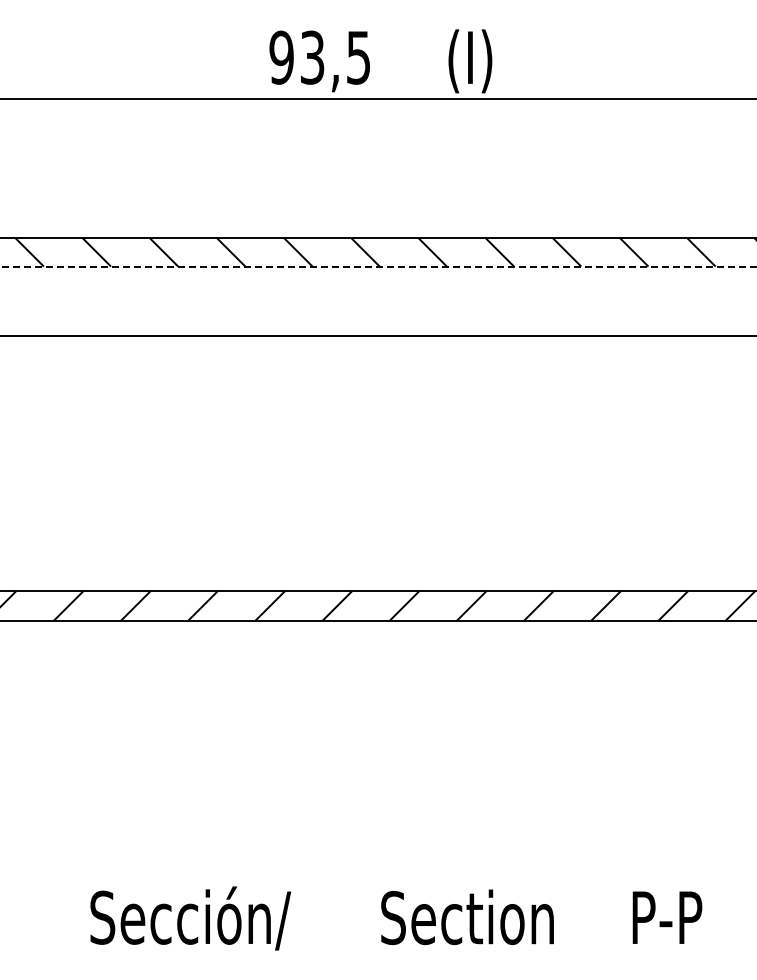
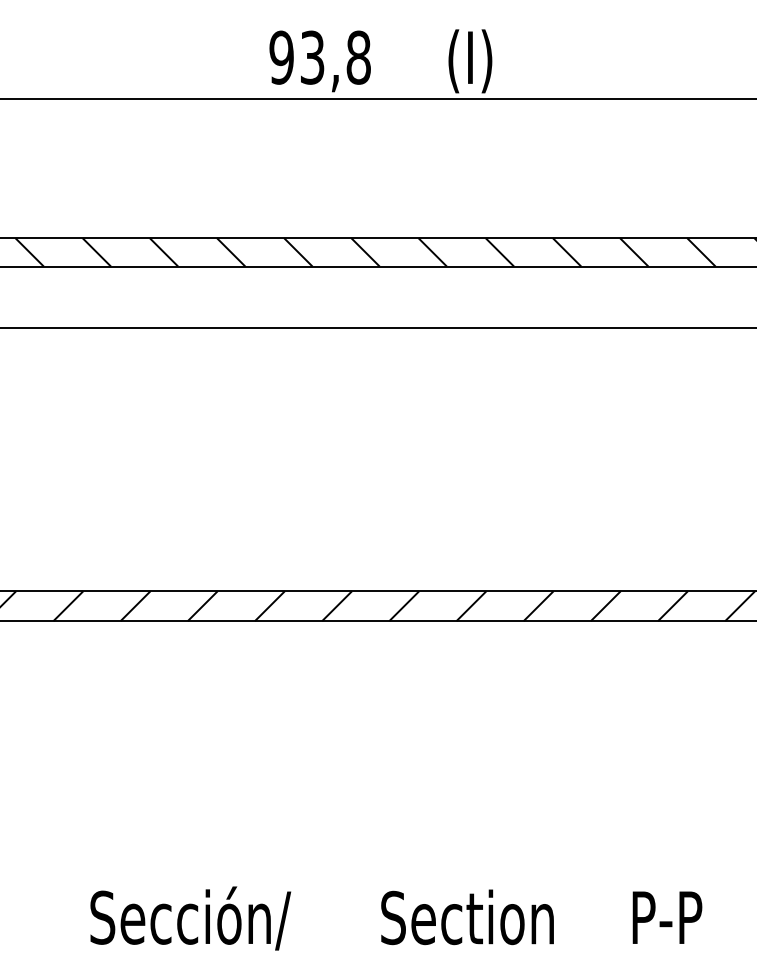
text at (358, 57): 93,5 -> 93,8
line at (378, 266): dashed -> solid
line at (377, 335) position: (377, 335) -> (377, 327)
